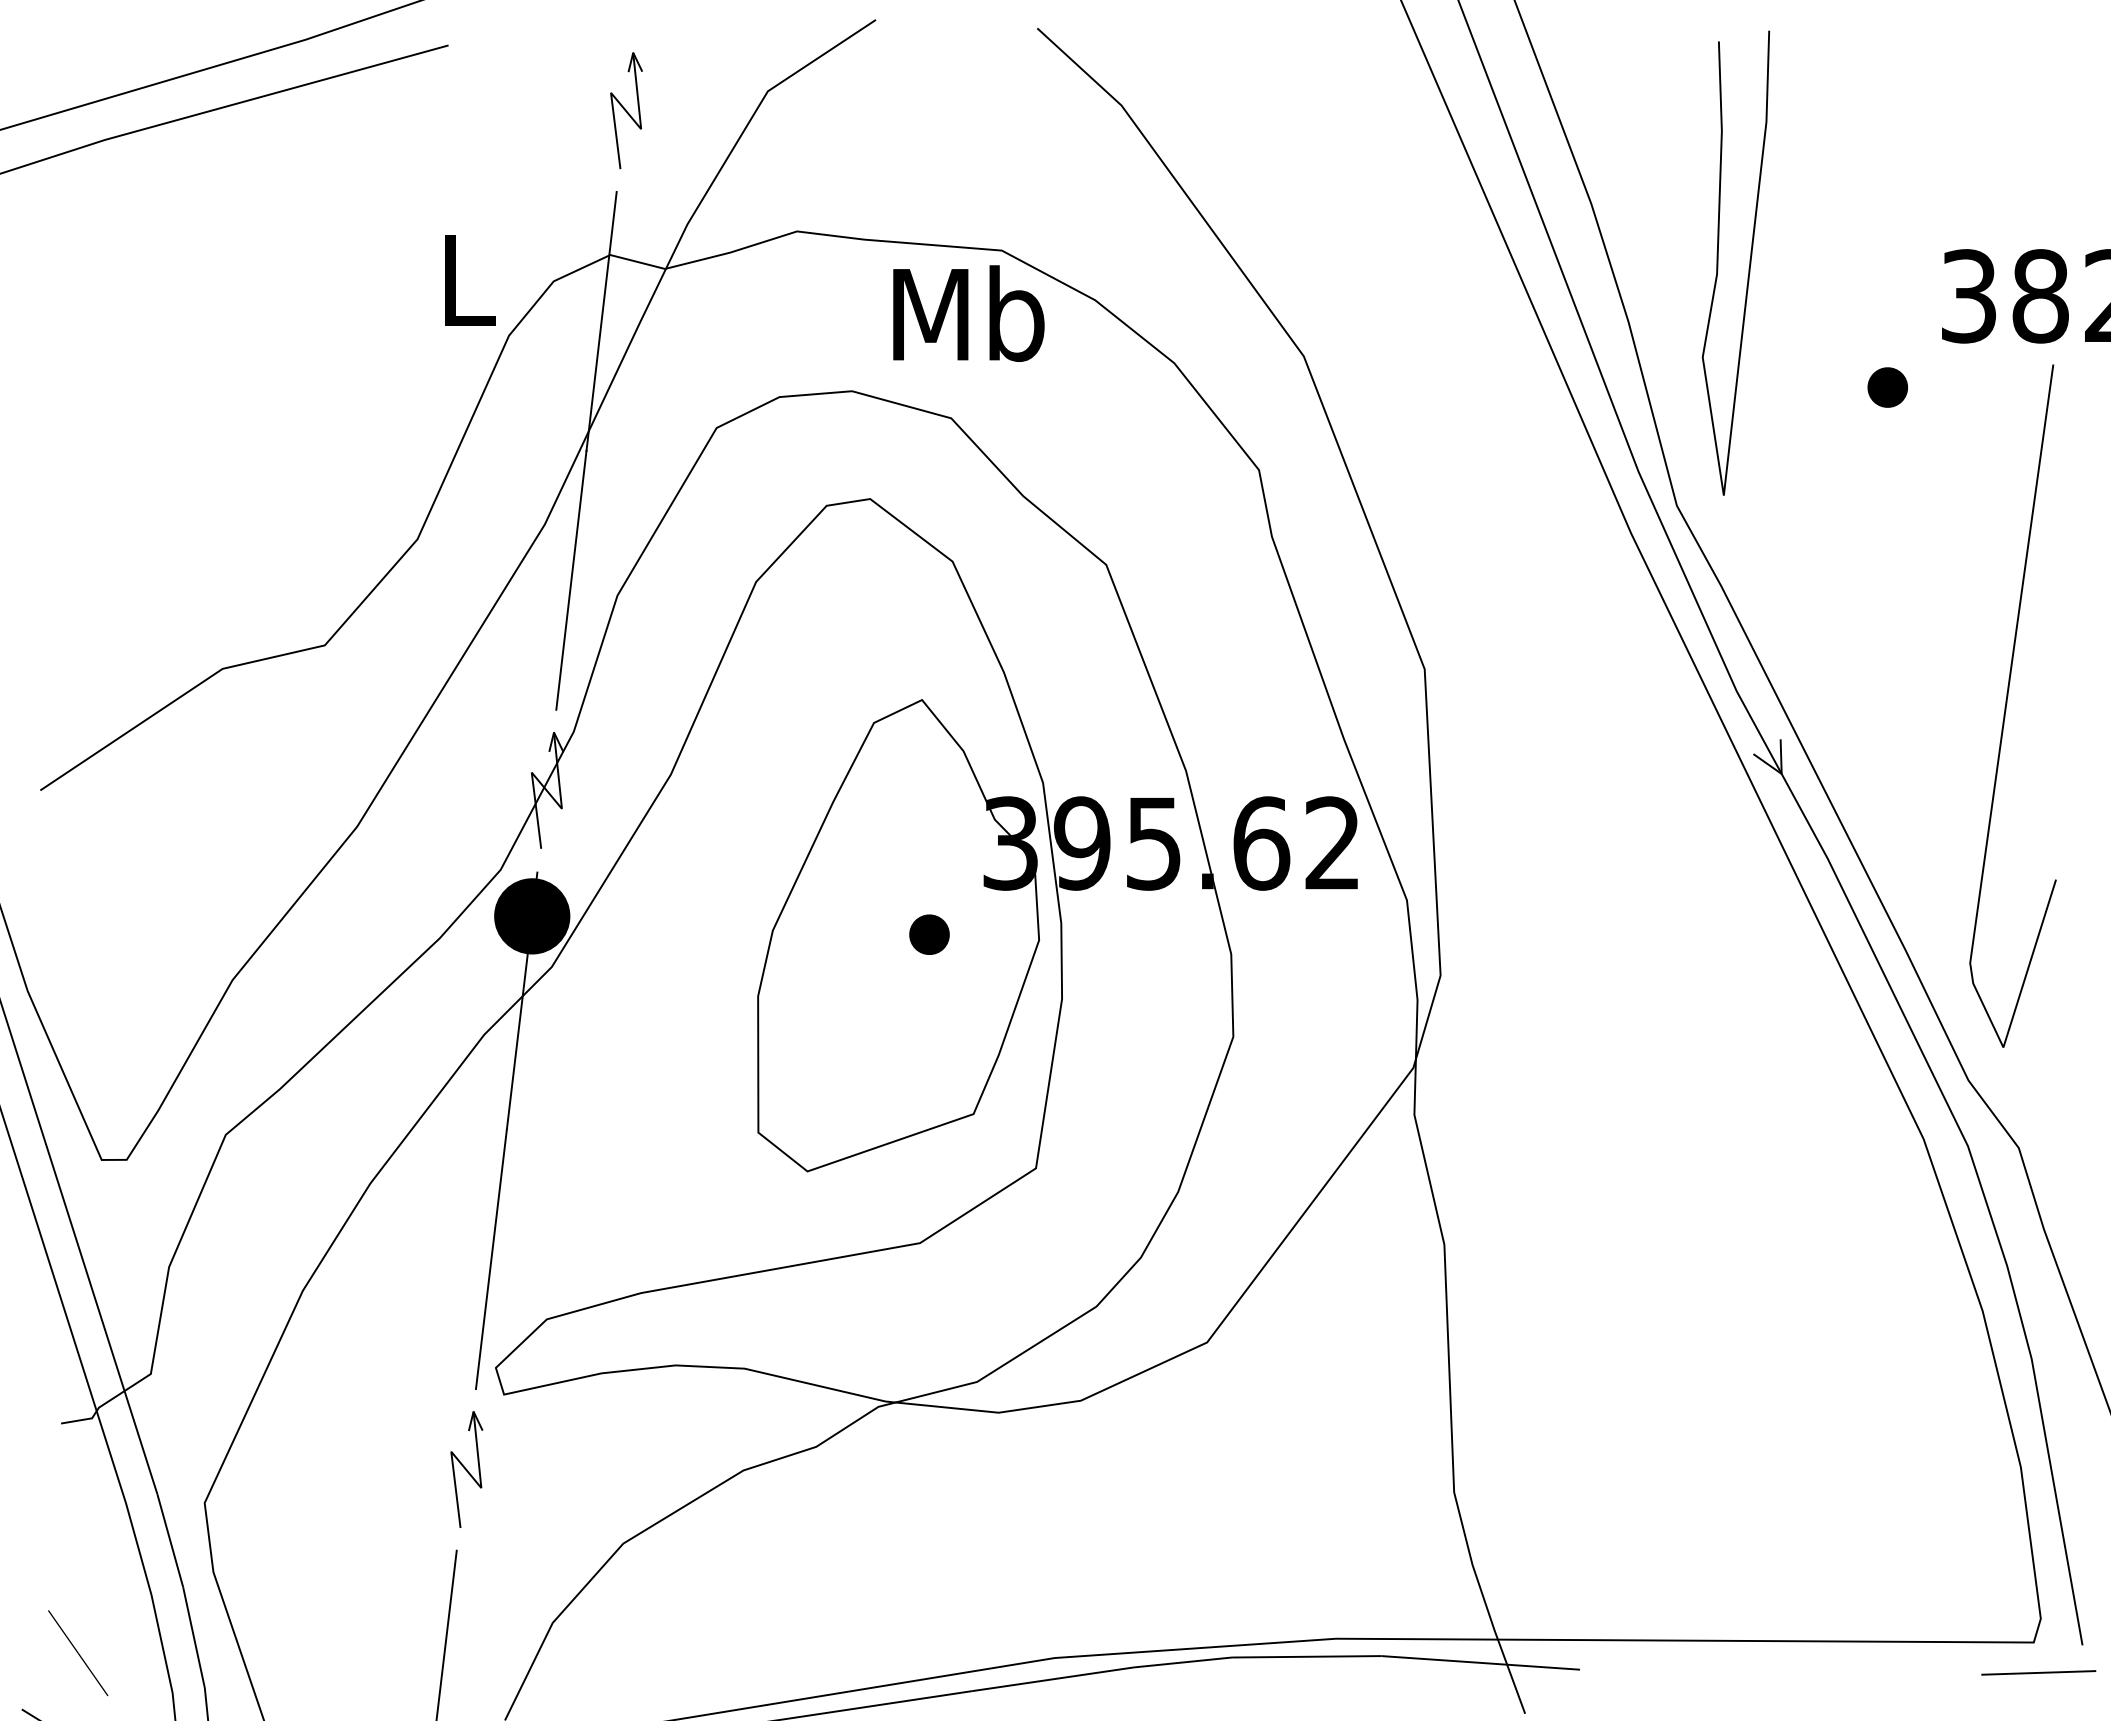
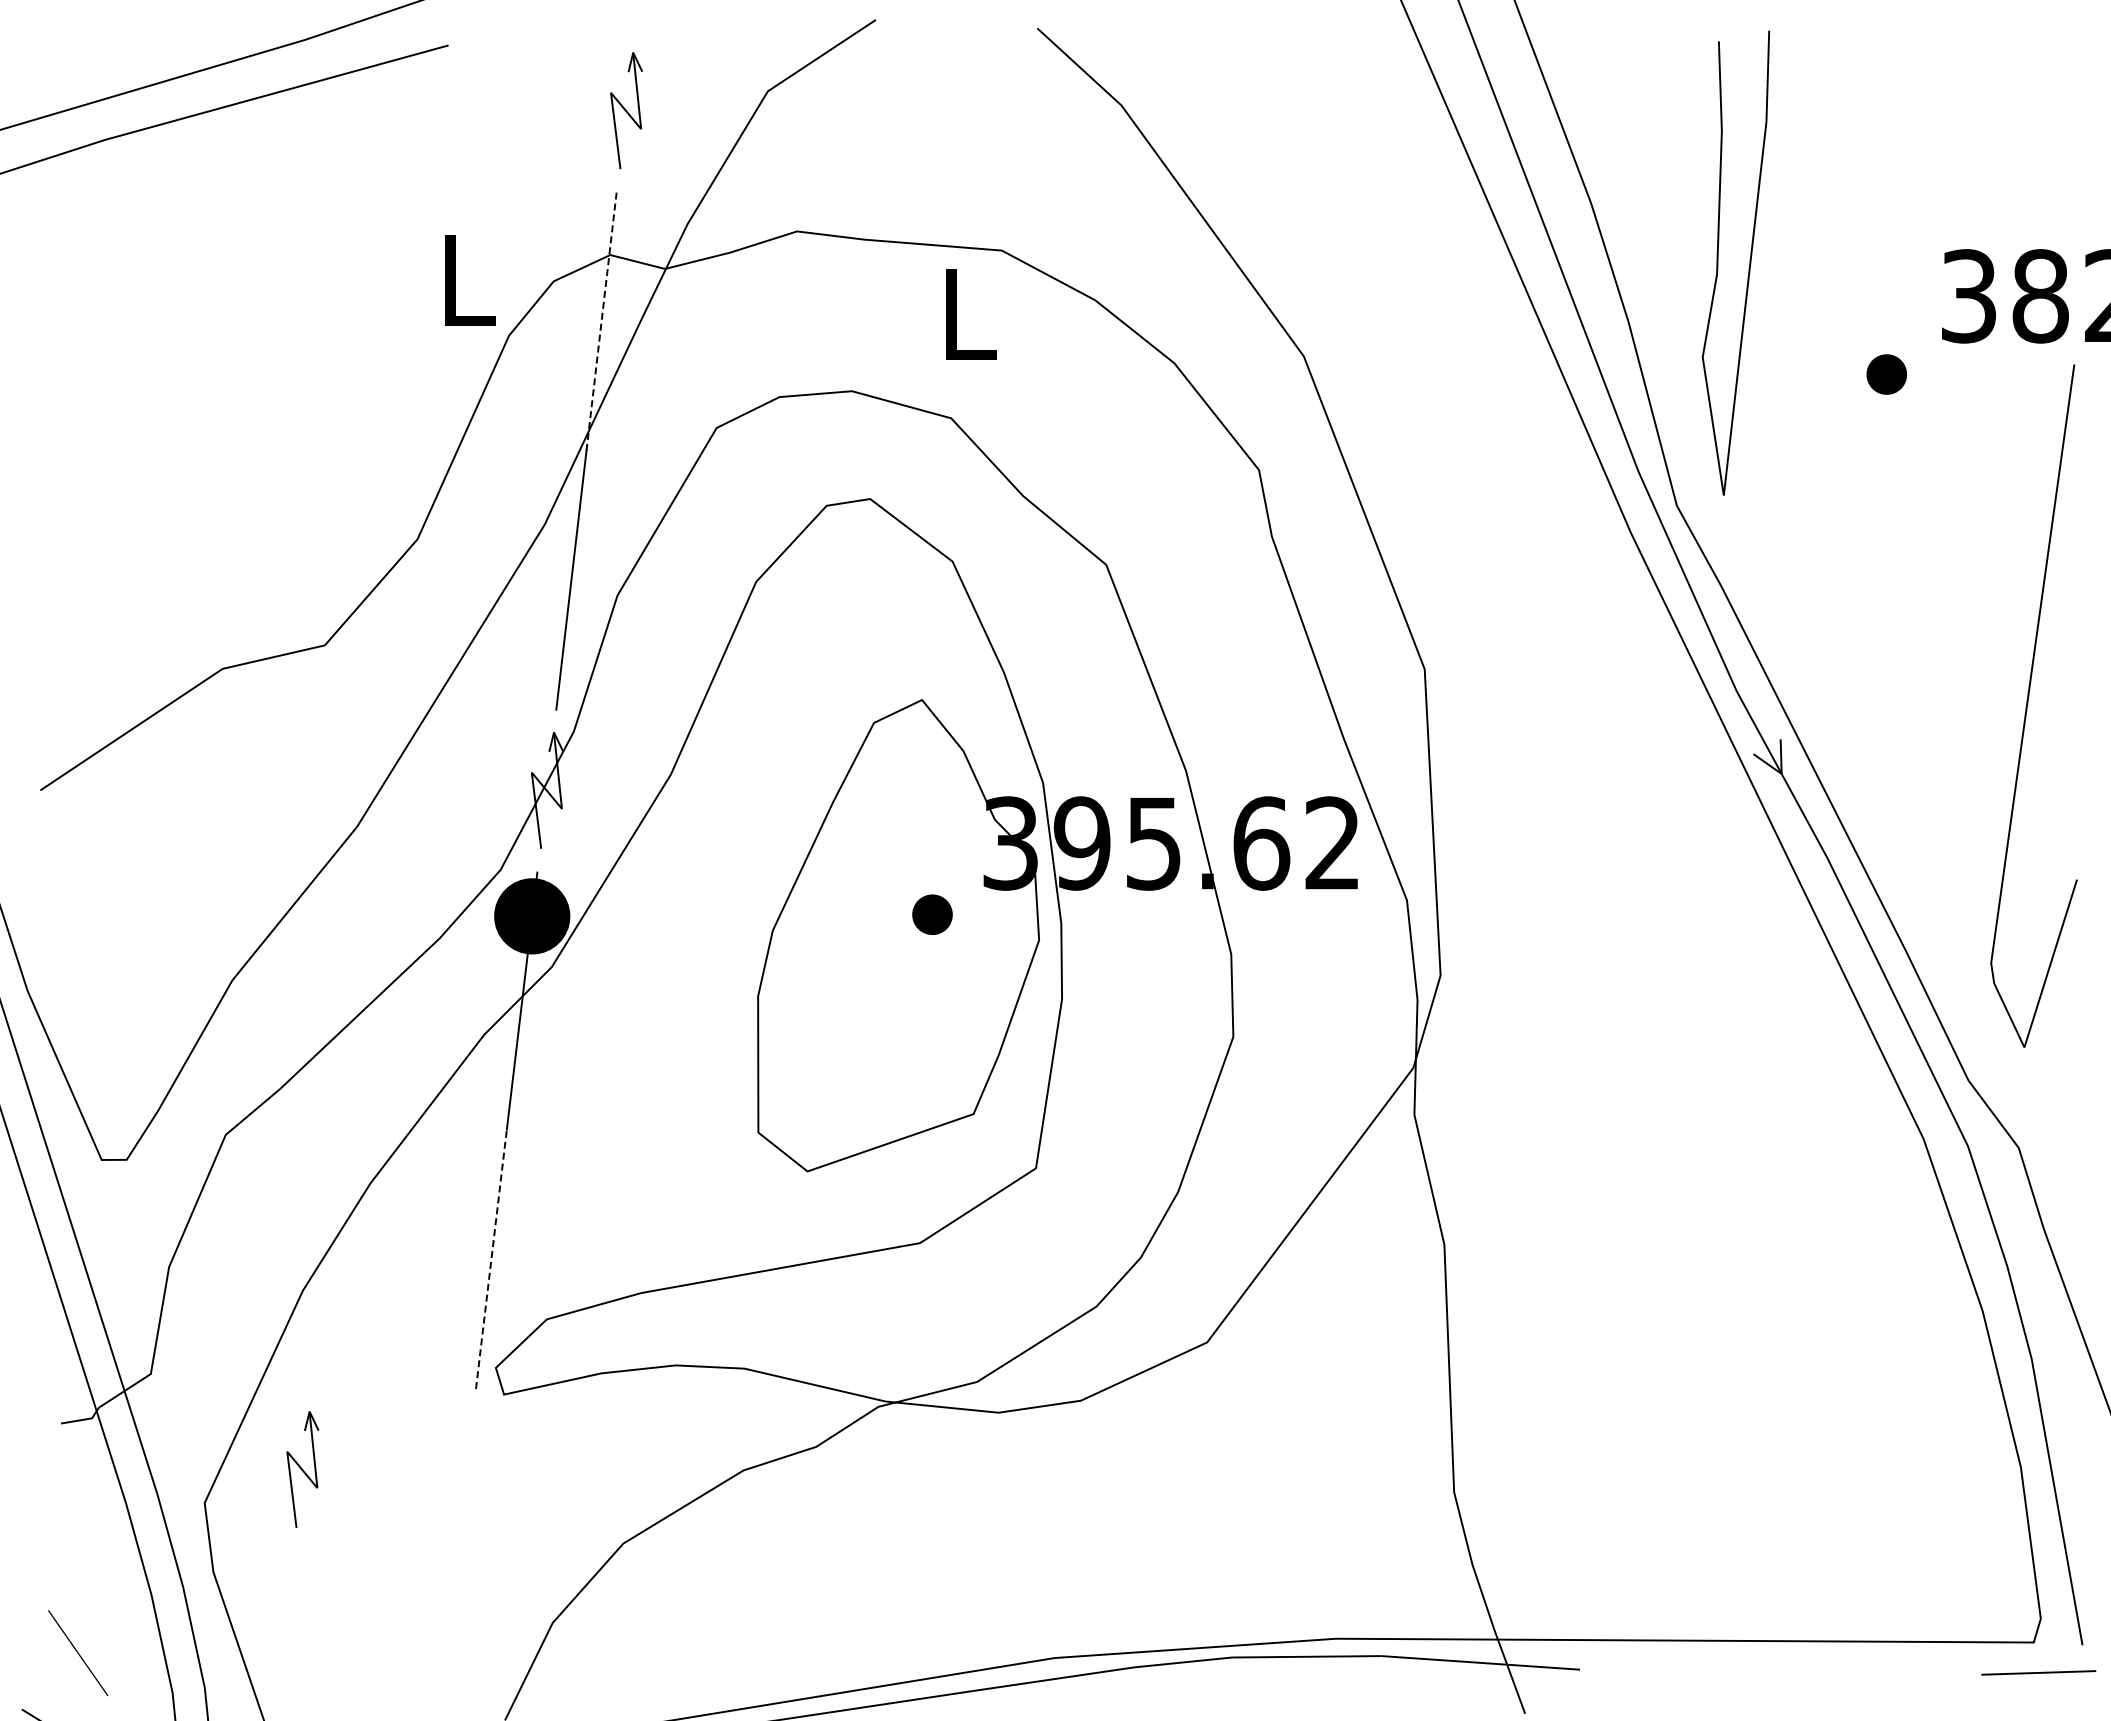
text at (968, 313): Mb -> L
line at (601, 320): solid -> dashed
part at (1887, 387) position: (1887, 387) -> (1886, 374)
line at (2007, 703) position: (2007, 703) -> (2028, 703)
part at (929, 934) position: (929, 934) -> (932, 914)
line at (491, 1259): solid -> dashed
part at (466, 1469) position: (466, 1469) -> (302, 1469)
line at (446, 1633): present -> none
